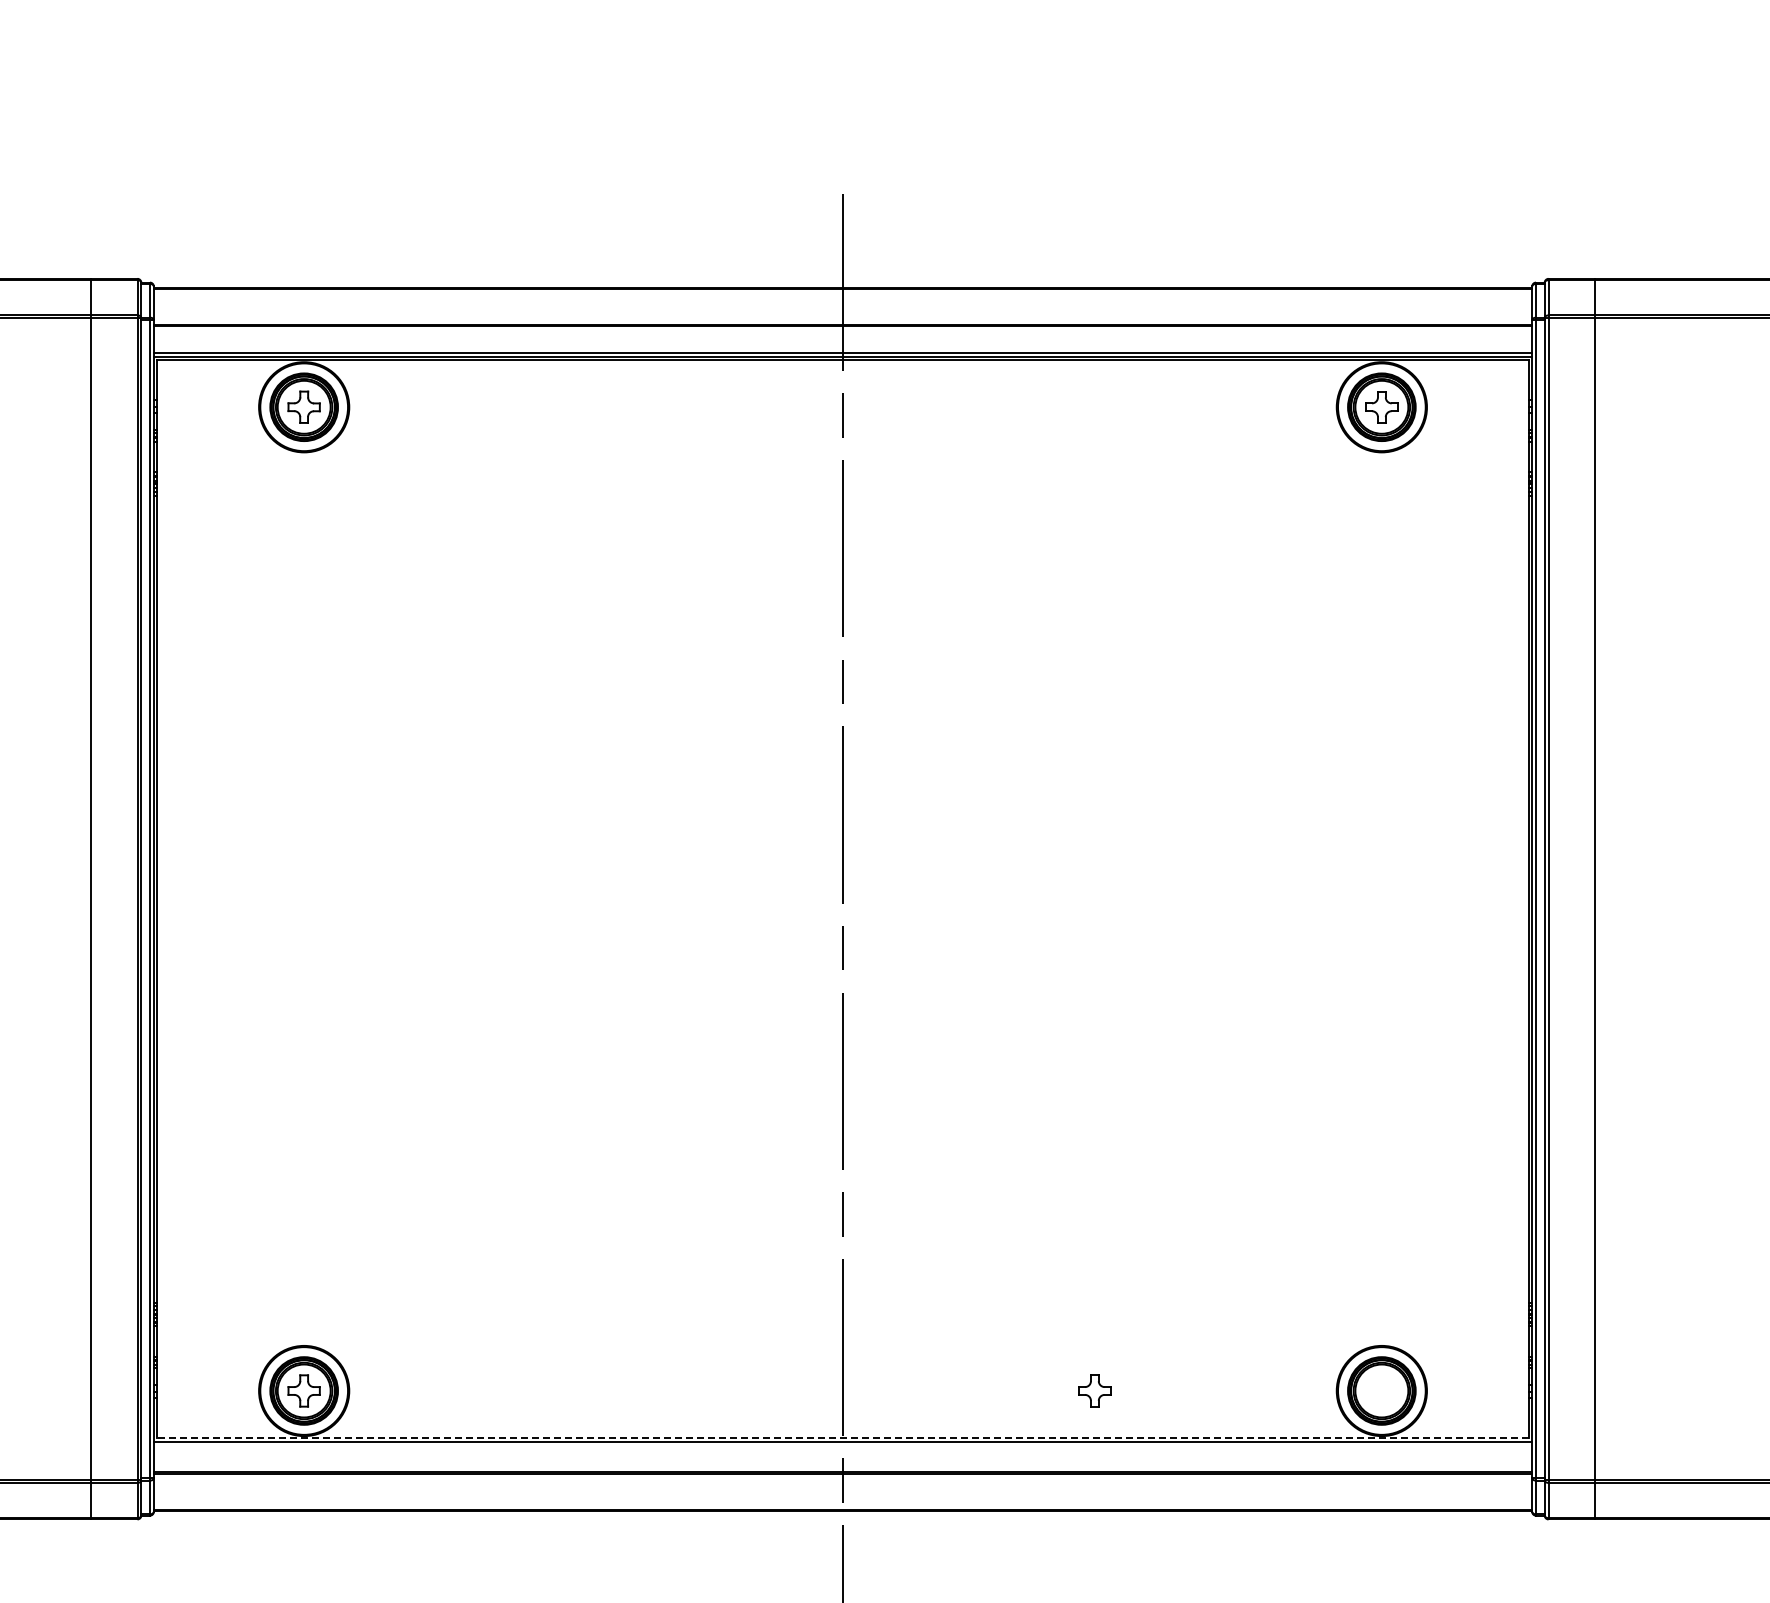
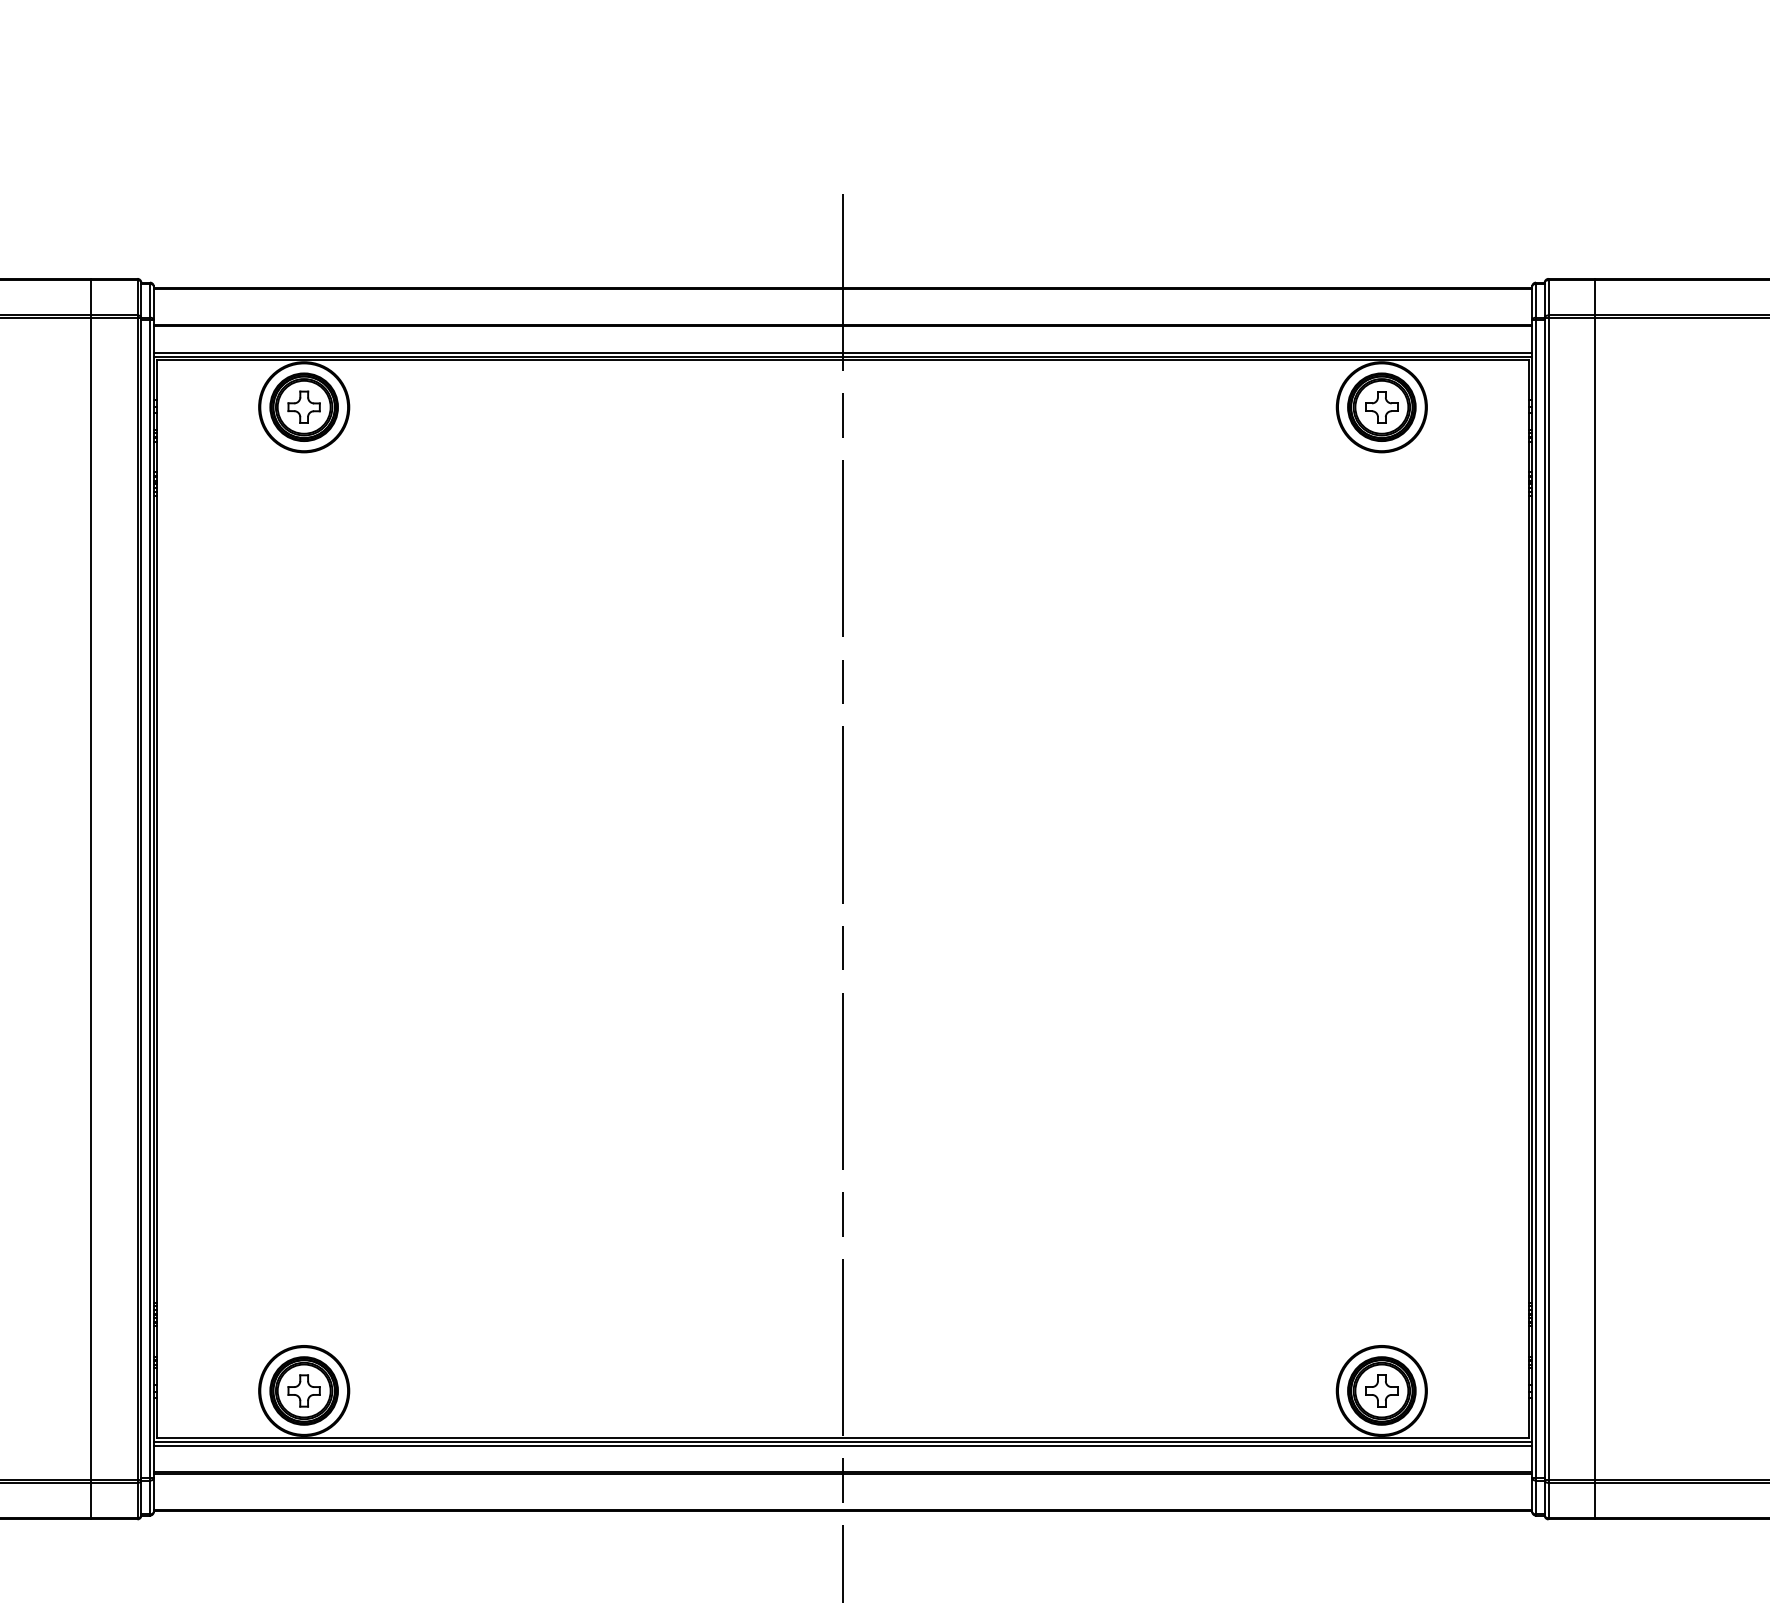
part at (1094, 1390) position: (1094, 1390) -> (1381, 1390)
line at (842, 1437): dashed -> solid
line at (842, 1445): none -> present
